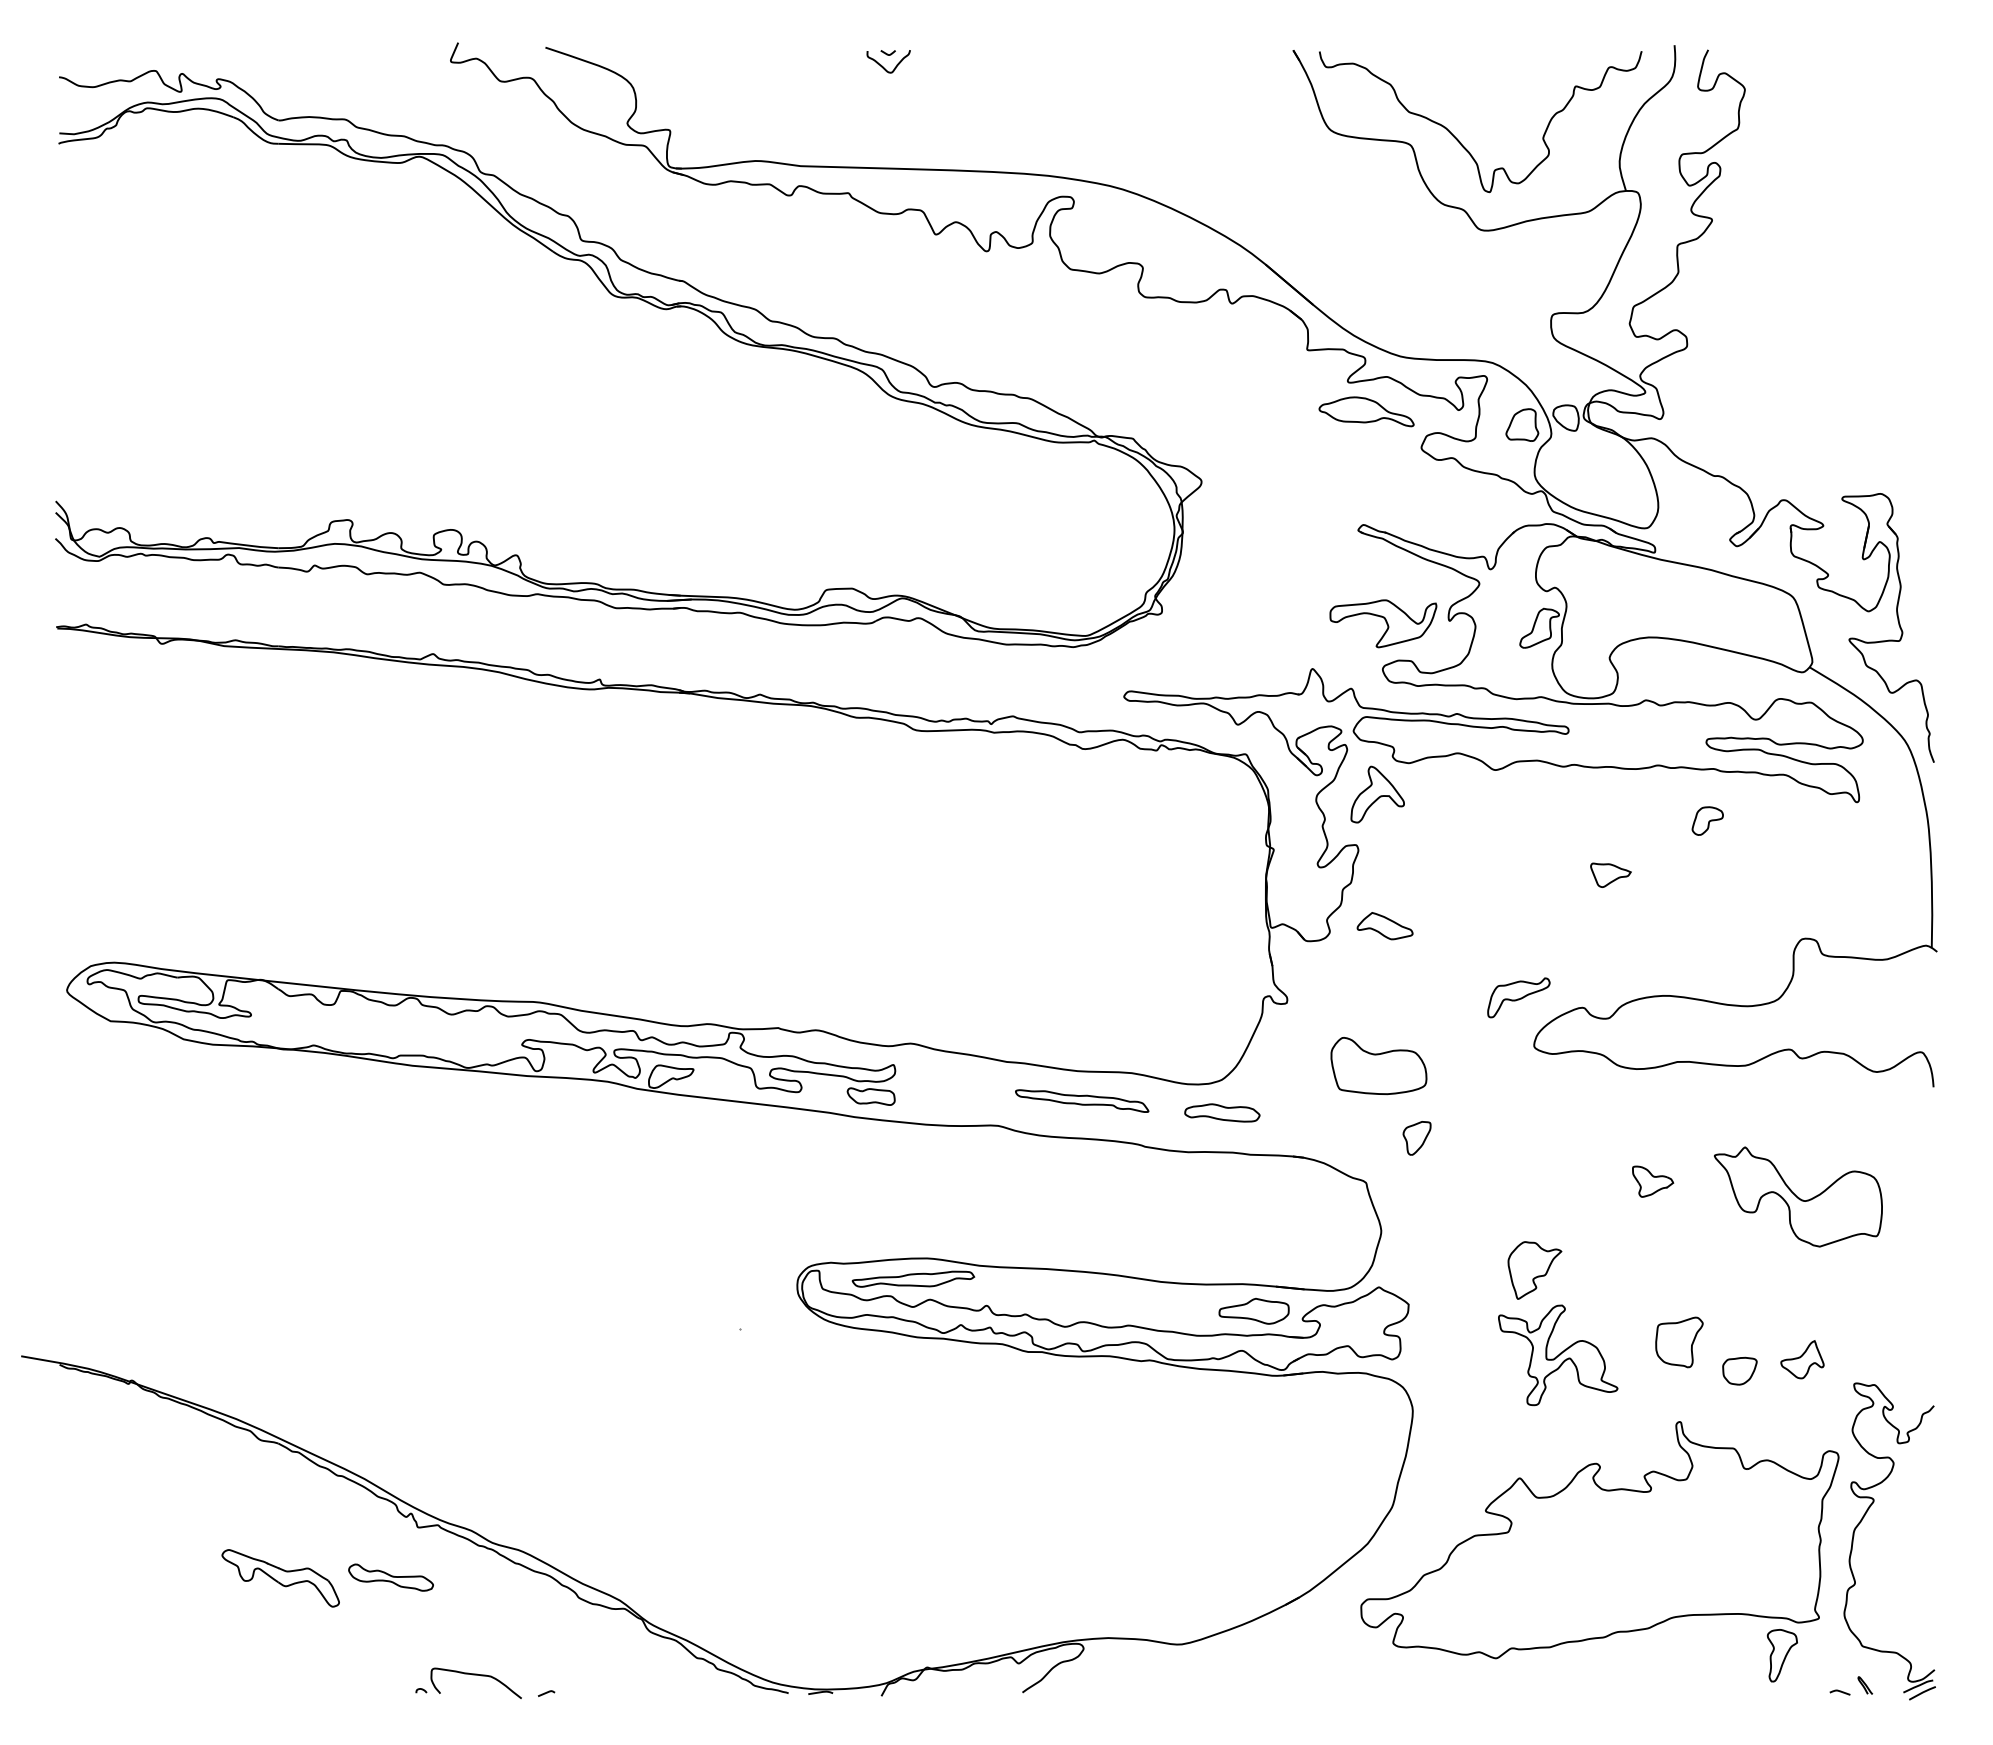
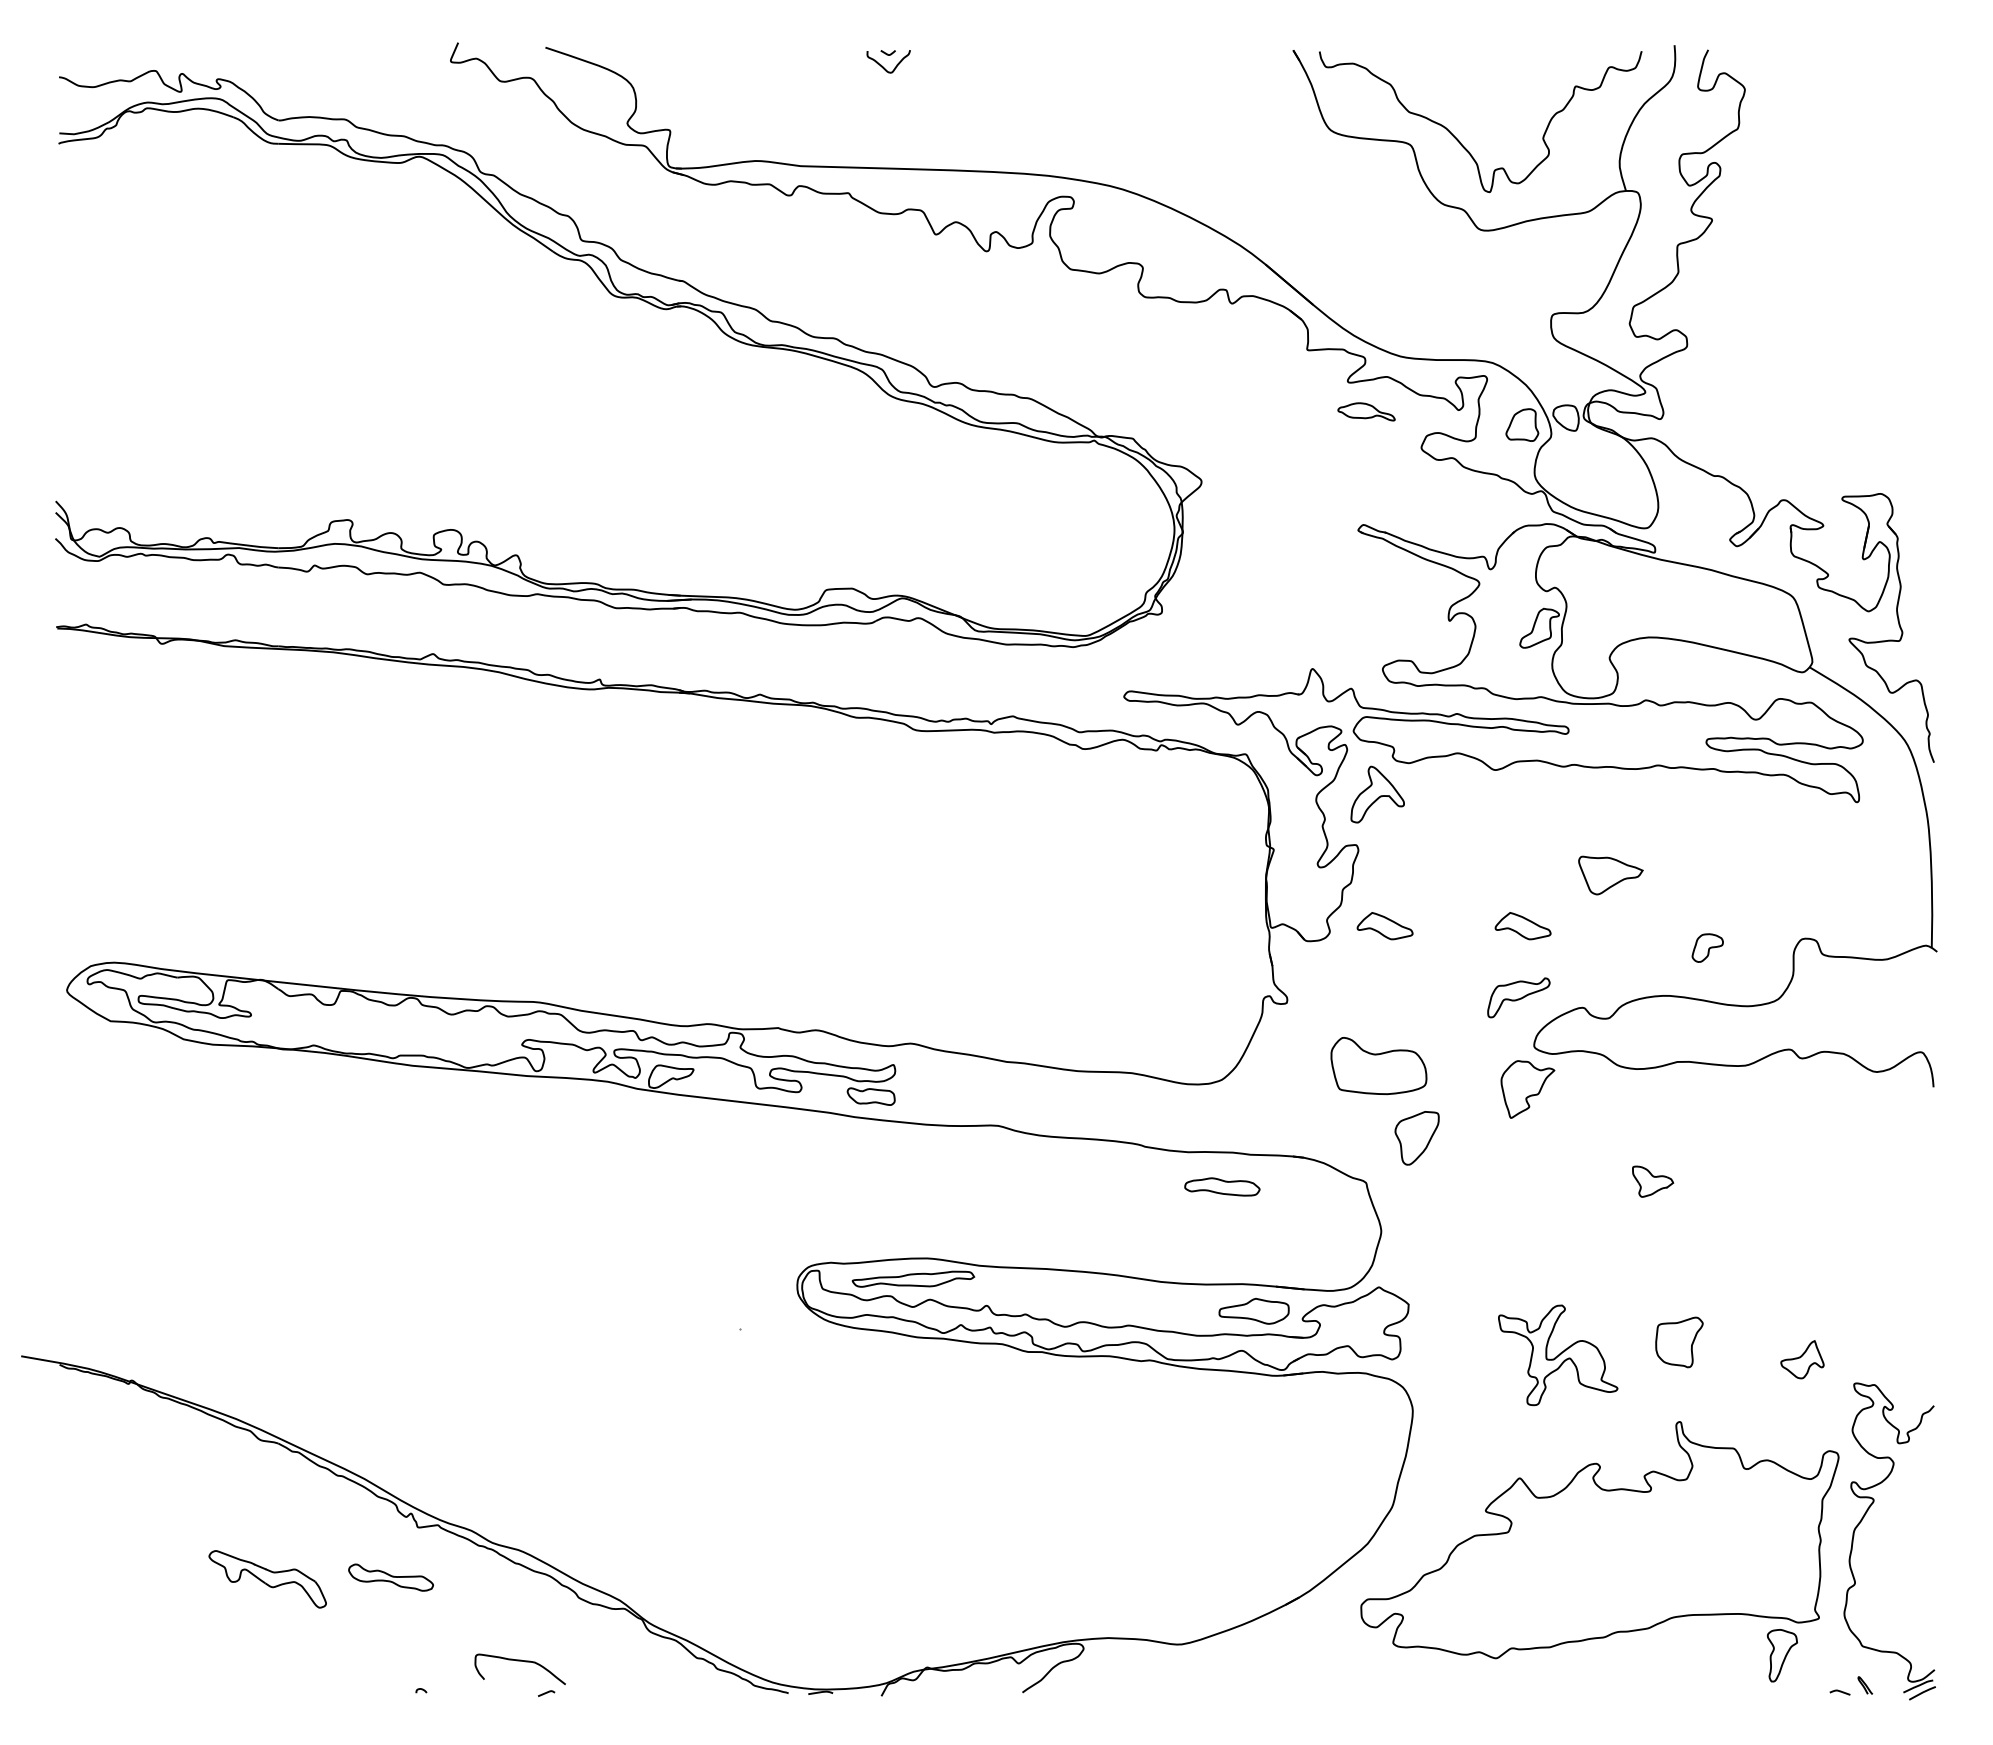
part at (1366, 411) size: 97x32 px -> 59x20 px
part at (1383, 623): present -> none
part at (1707, 820) position: (1707, 820) -> (1707, 947)
part at (1610, 874) size: 42x26 px -> 66x41 px
part at (1522, 926): none -> present
part at (1082, 1100): present -> none
part at (1222, 1112) position: (1222, 1112) -> (1222, 1186)
part at (1416, 1138) size: 30x35 px -> 46x55 px
part at (1798, 1196): present -> none
part at (1534, 1270) position: (1534, 1270) -> (1527, 1089)
part at (1739, 1370): present -> none
part at (280, 1578) position: (280, 1578) -> (267, 1579)
curve at (475, 1675) position: (475, 1675) -> (519, 1661)
